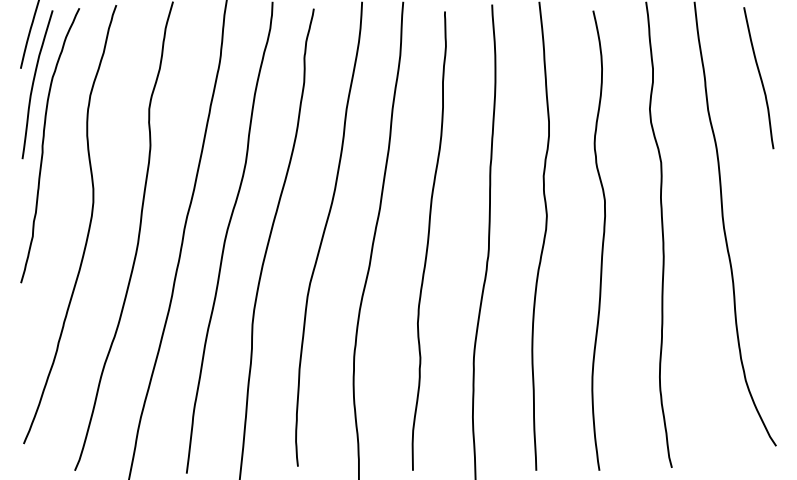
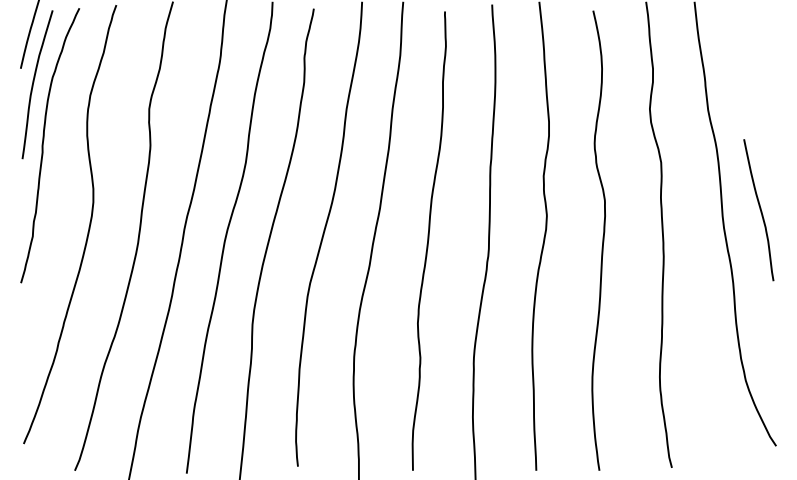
curve at (759, 77) position: (759, 77) -> (759, 209)
